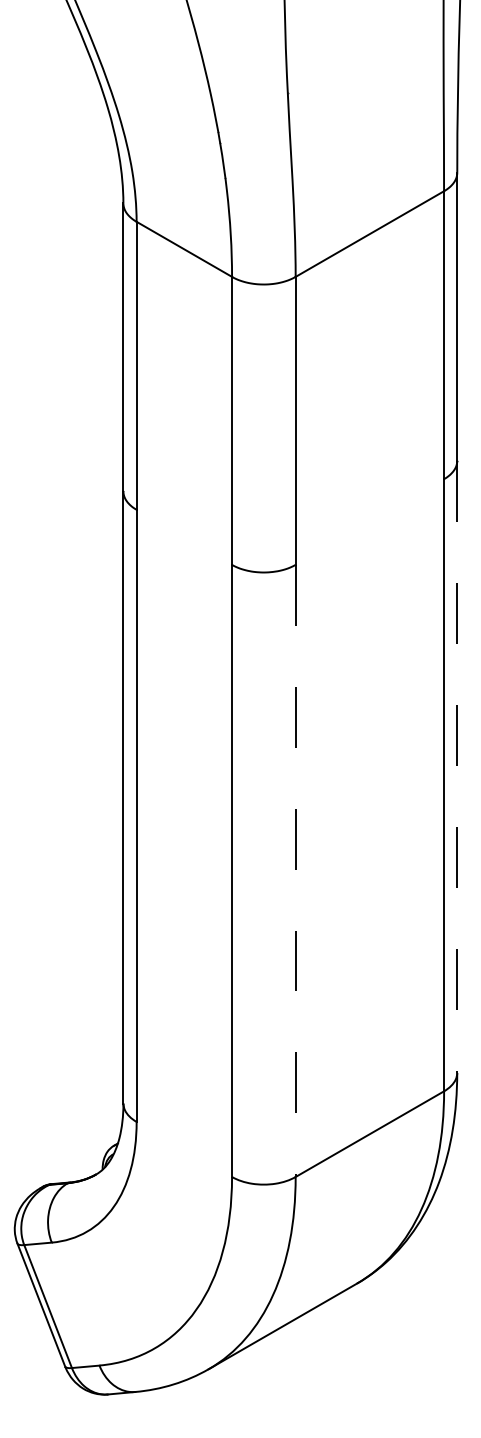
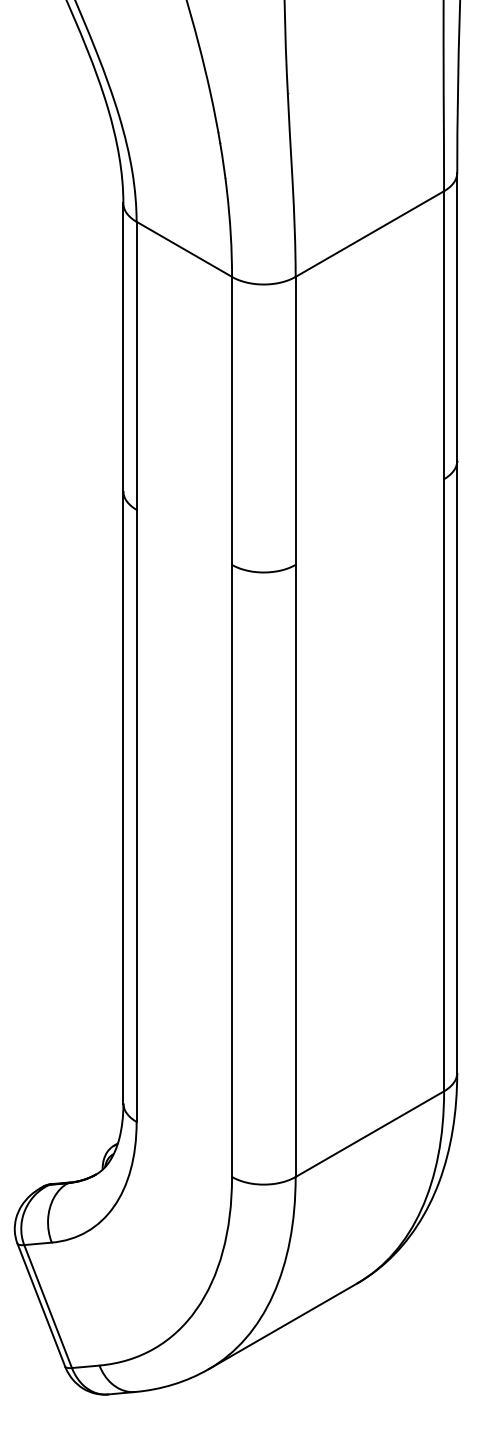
line at (457, 767): dashed -> solid
line at (295, 871): dashed -> solid
